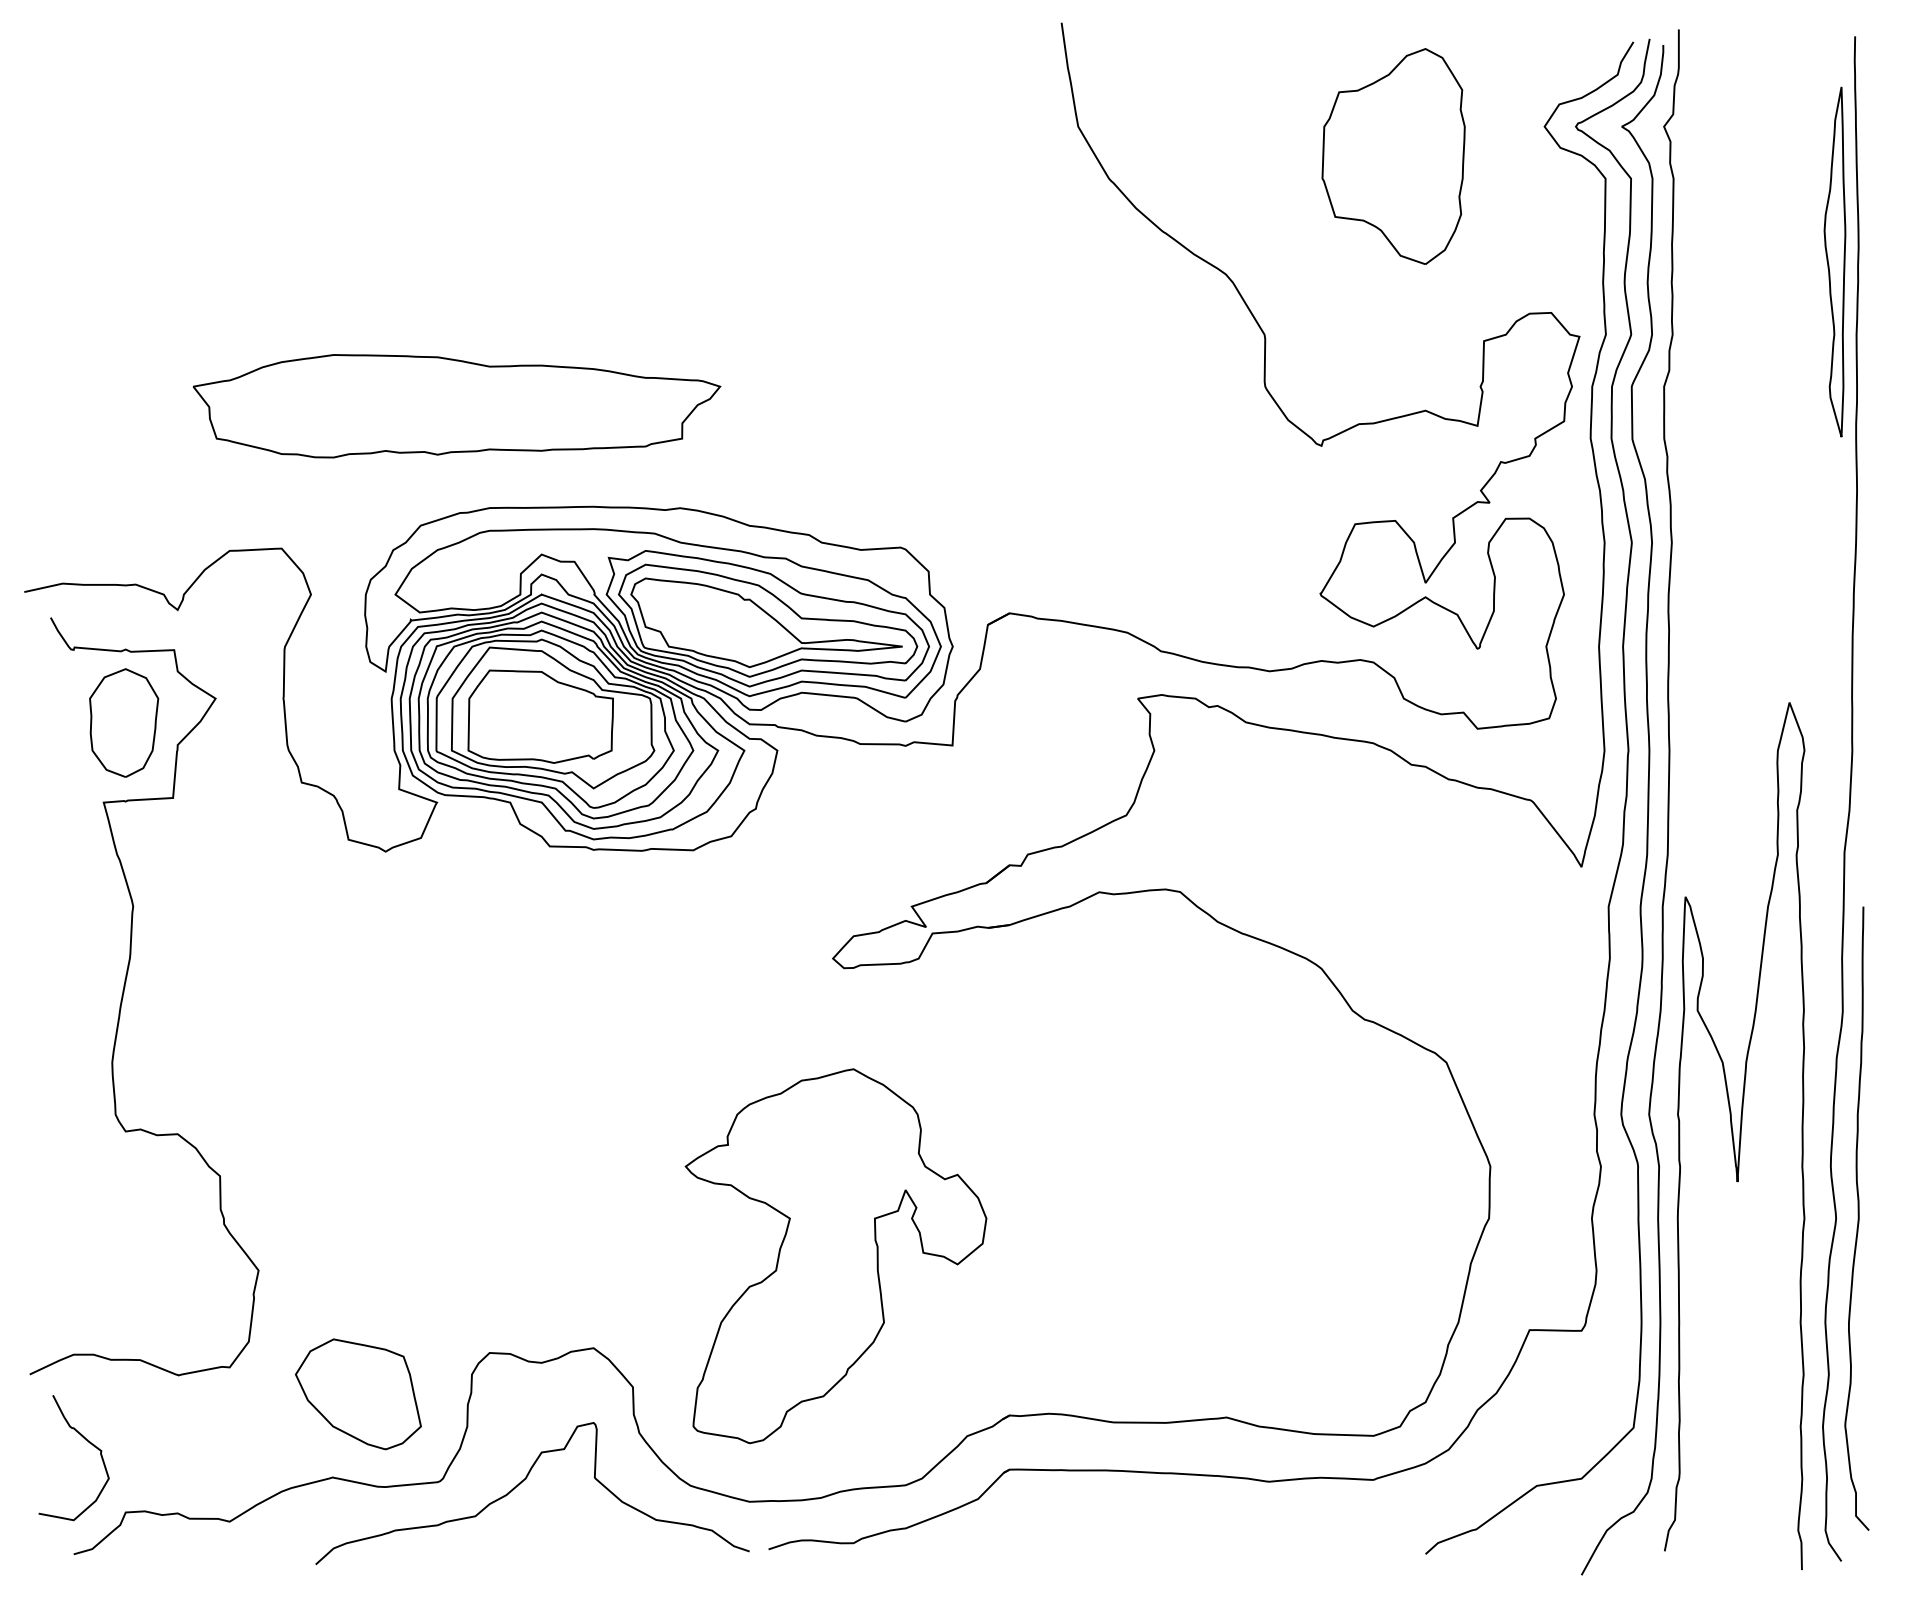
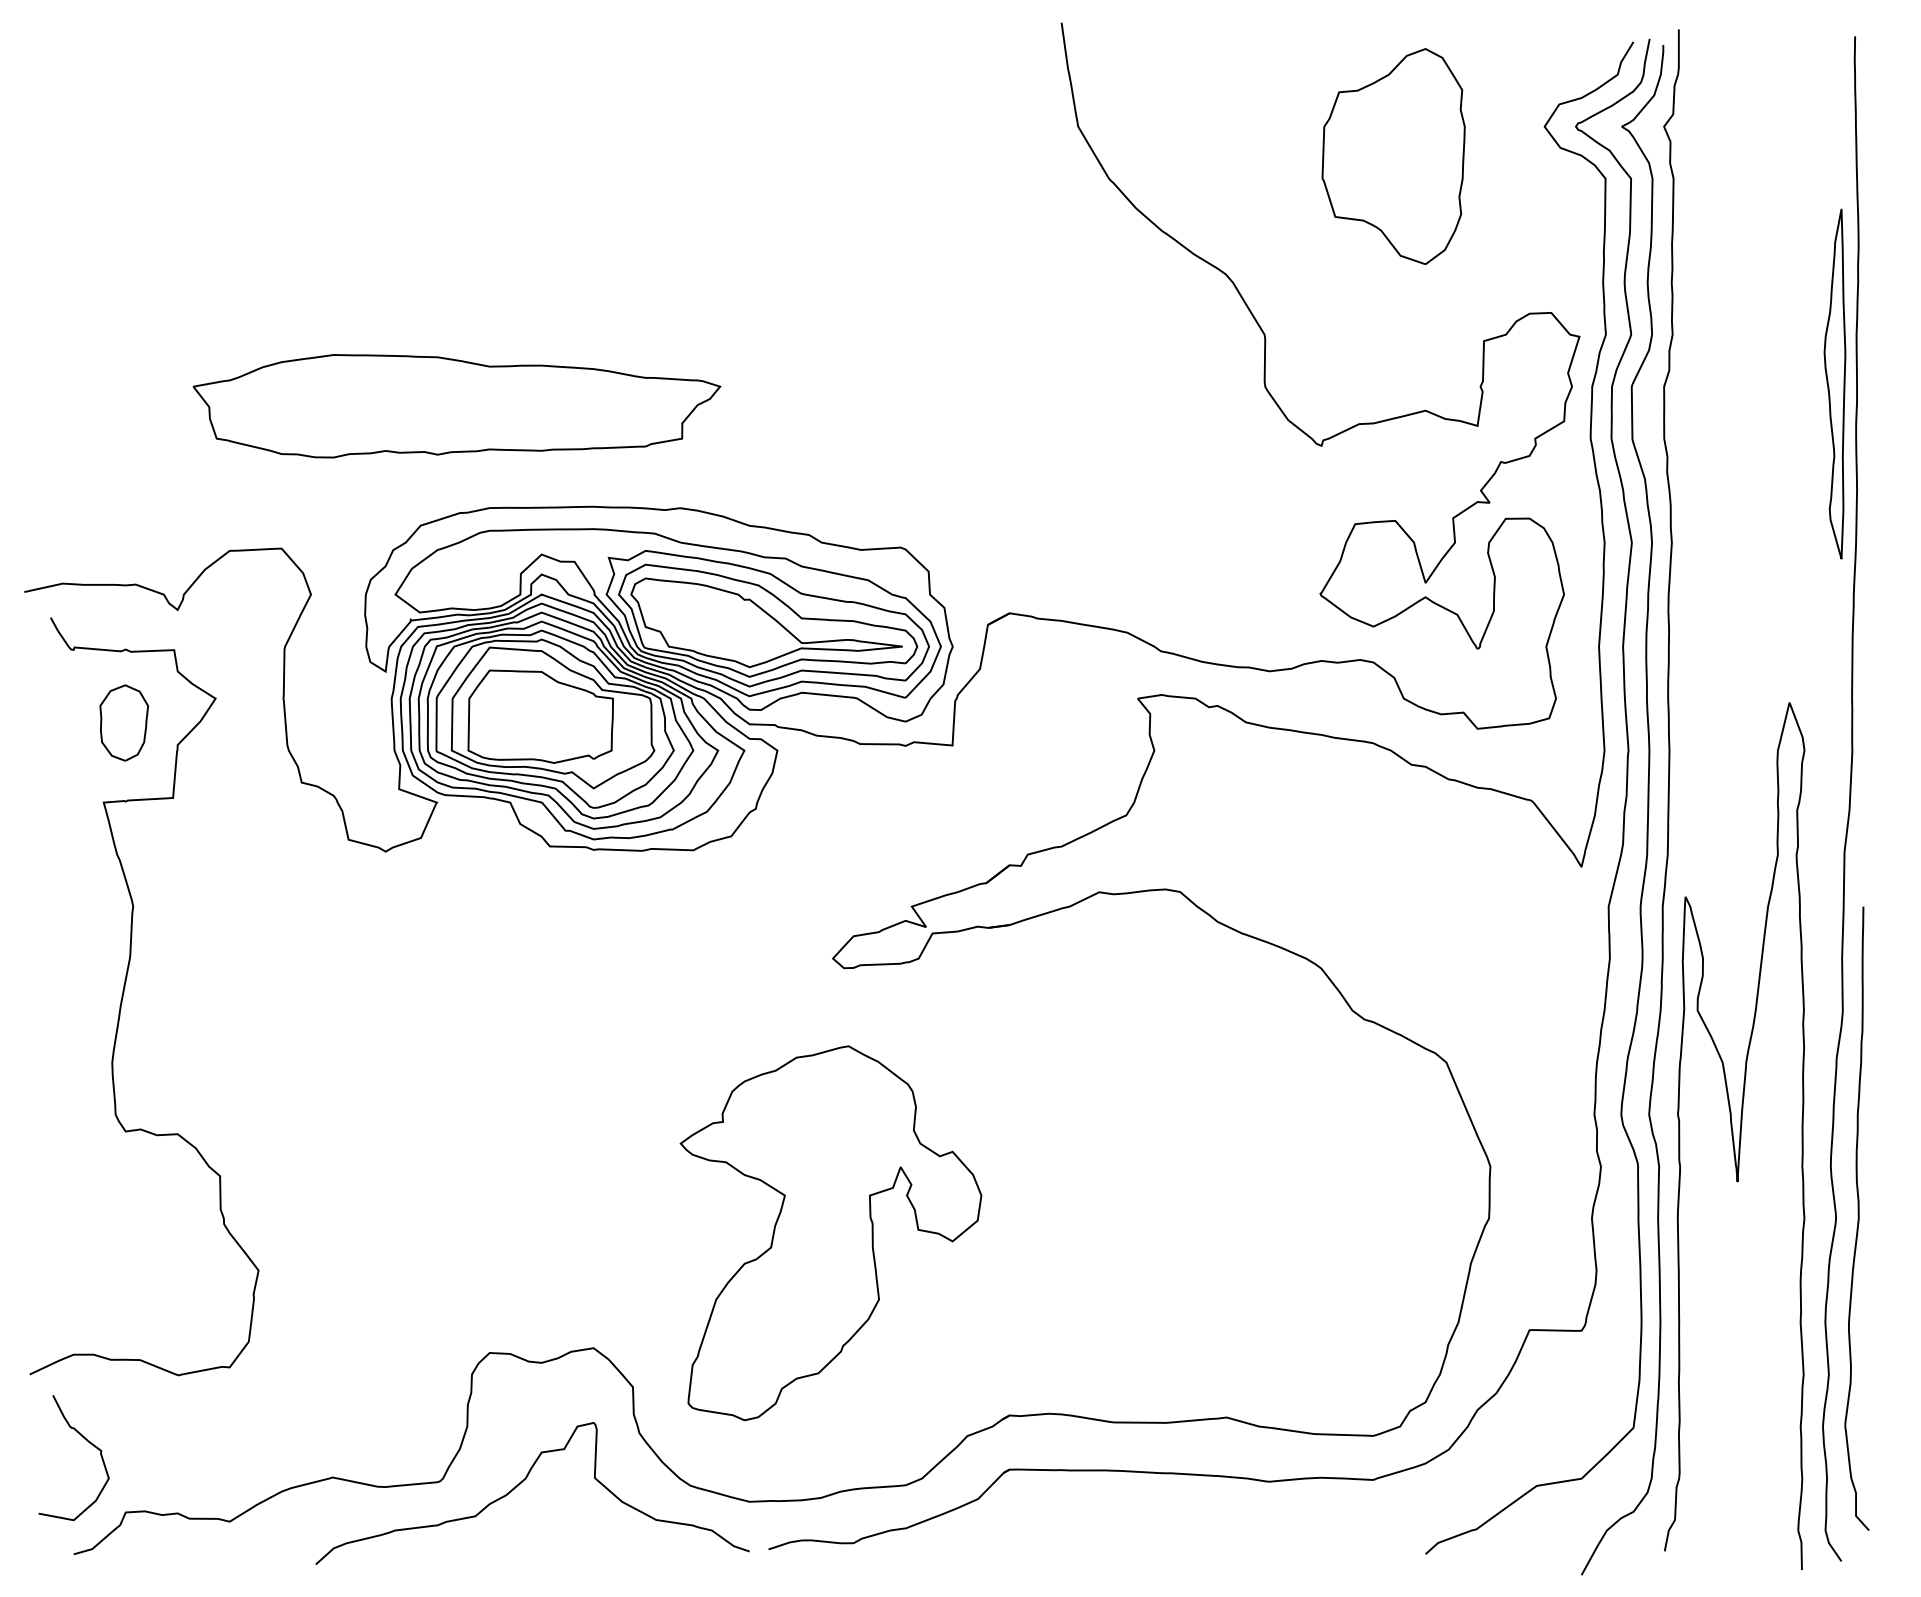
part at (1834, 261) position: (1834, 261) -> (1834, 383)
part at (124, 722) size: 71x110 px -> 50x78 px
part at (835, 1256) position: (835, 1256) -> (830, 1233)
part at (358, 1394): present -> none
